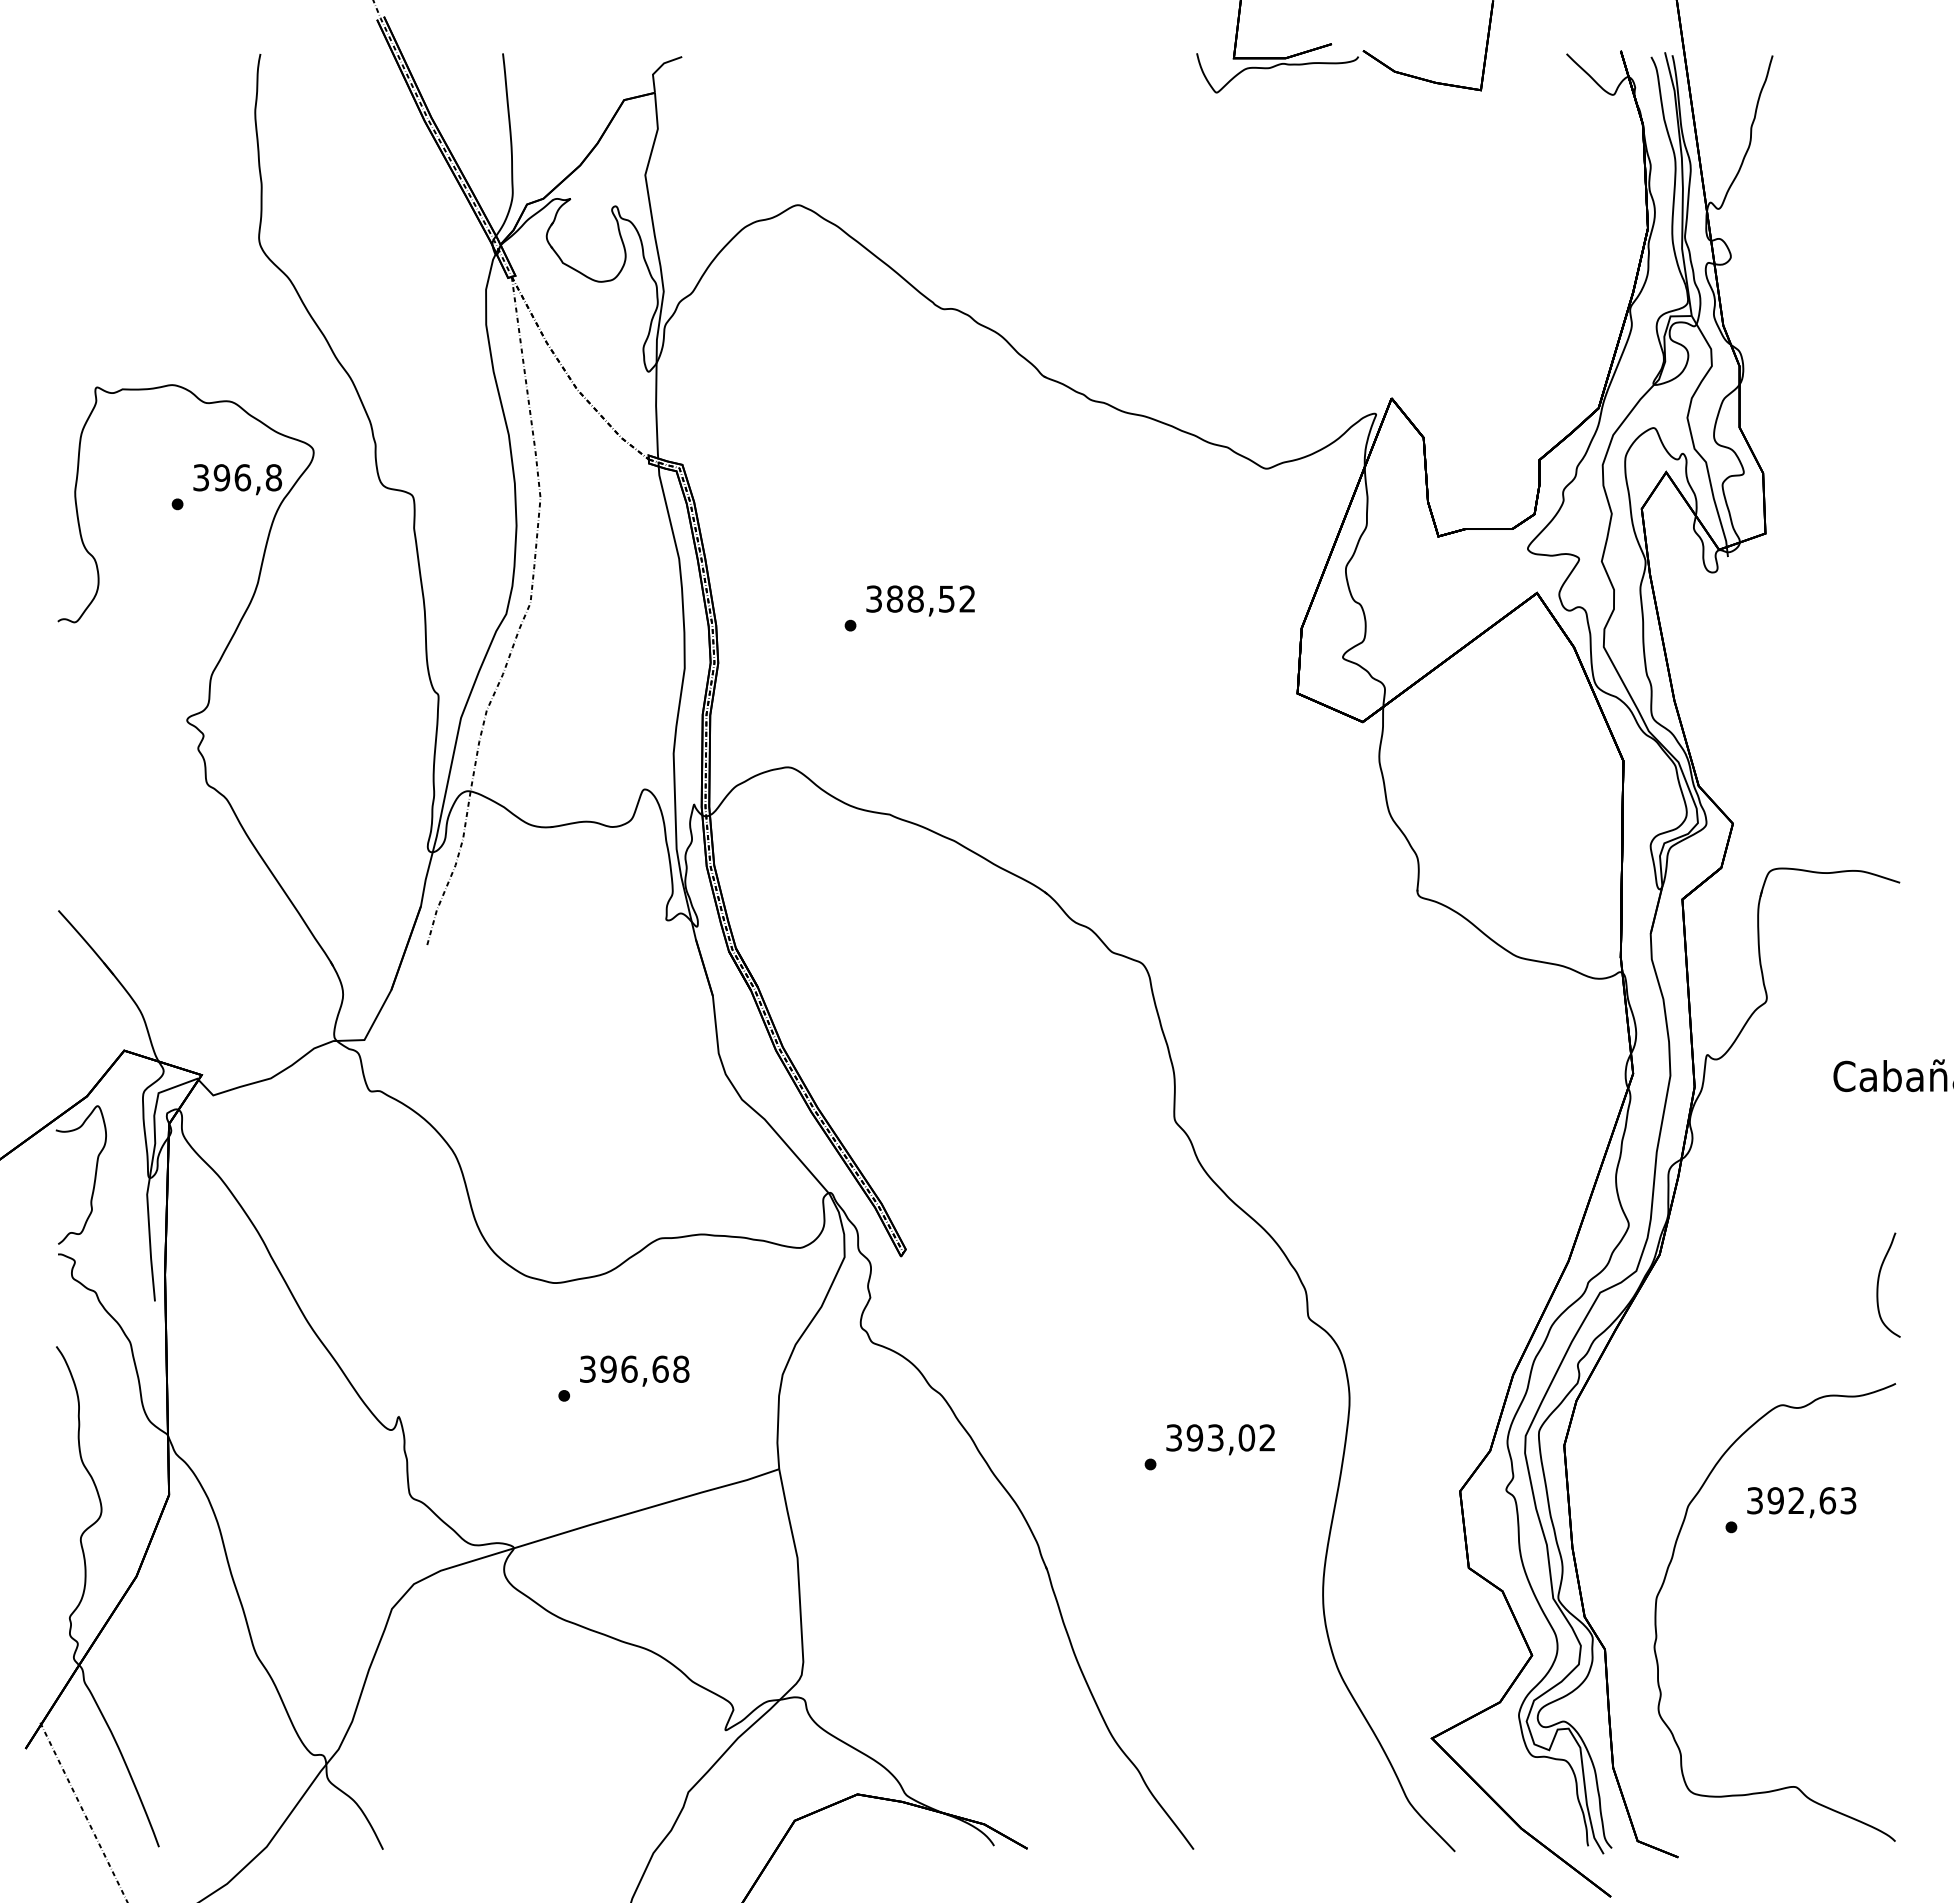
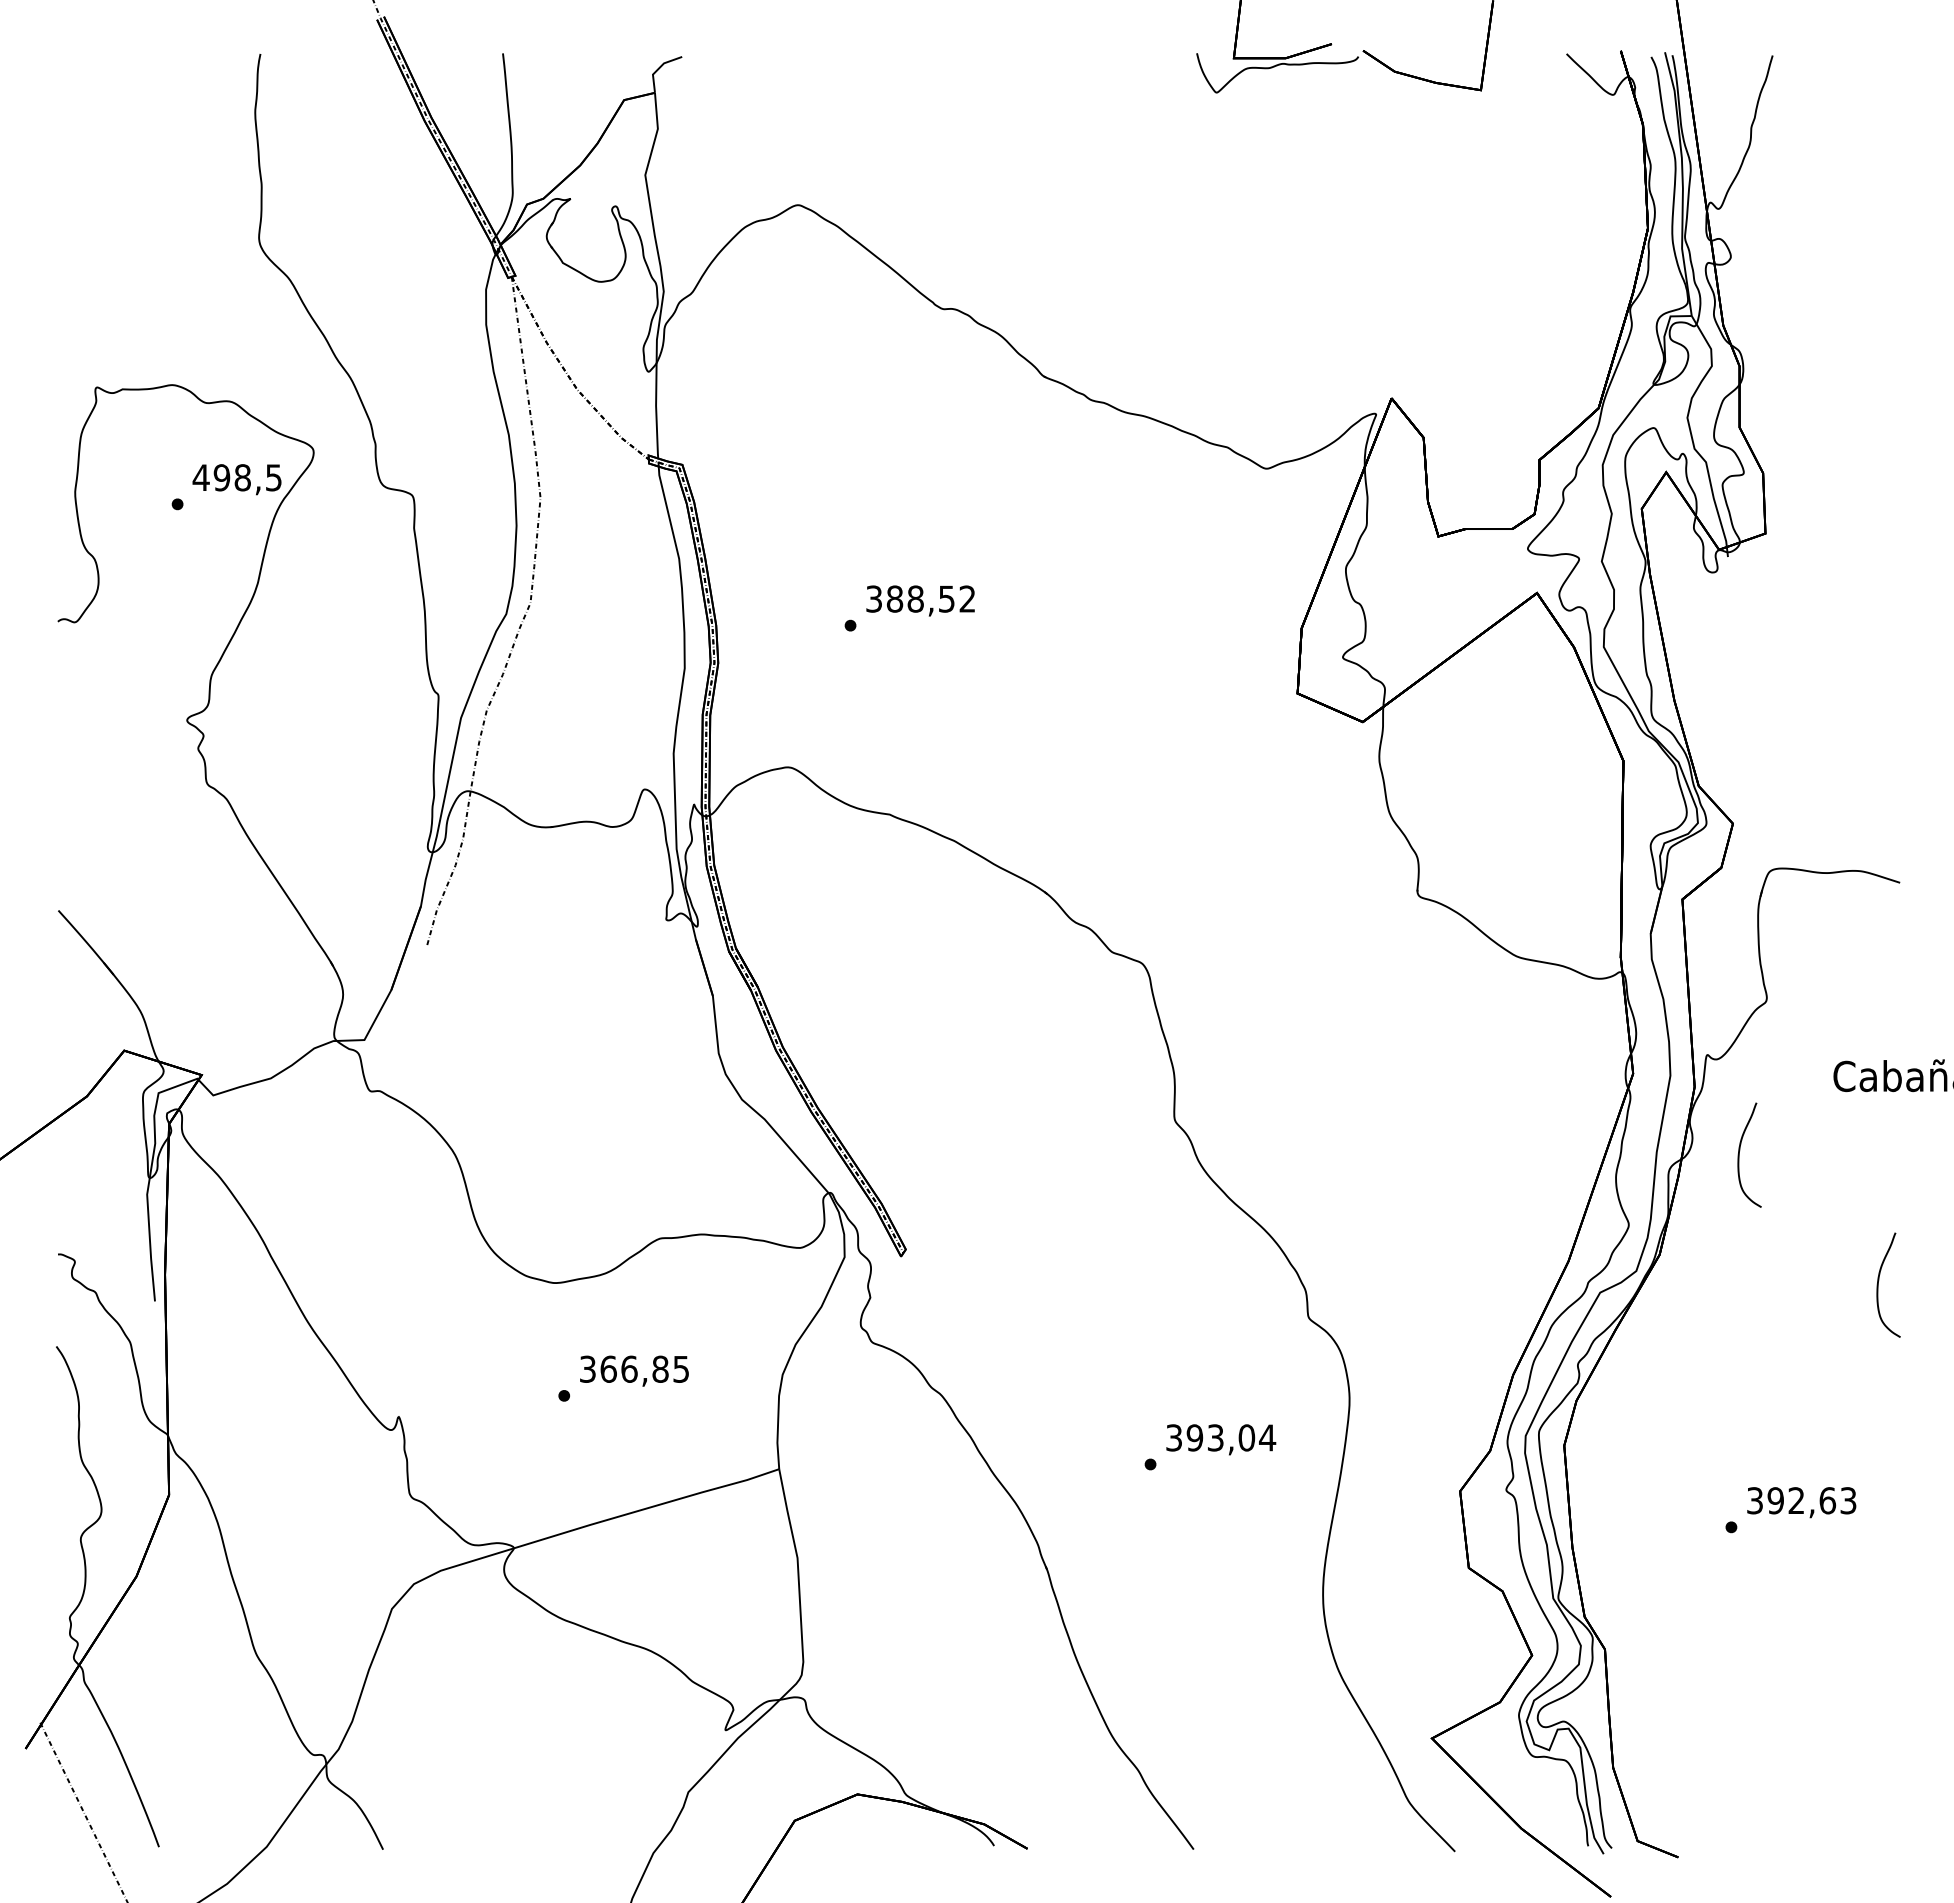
text at (237, 477): 396,8 -> 498,5
curve at (1740, 1150): none -> present
curve at (94, 1175): present -> none
text at (644, 1368): 396,68 -> 366,85
text at (1267, 1437): 393,02 -> 393,04
curve at (1666, 1577): present -> none
